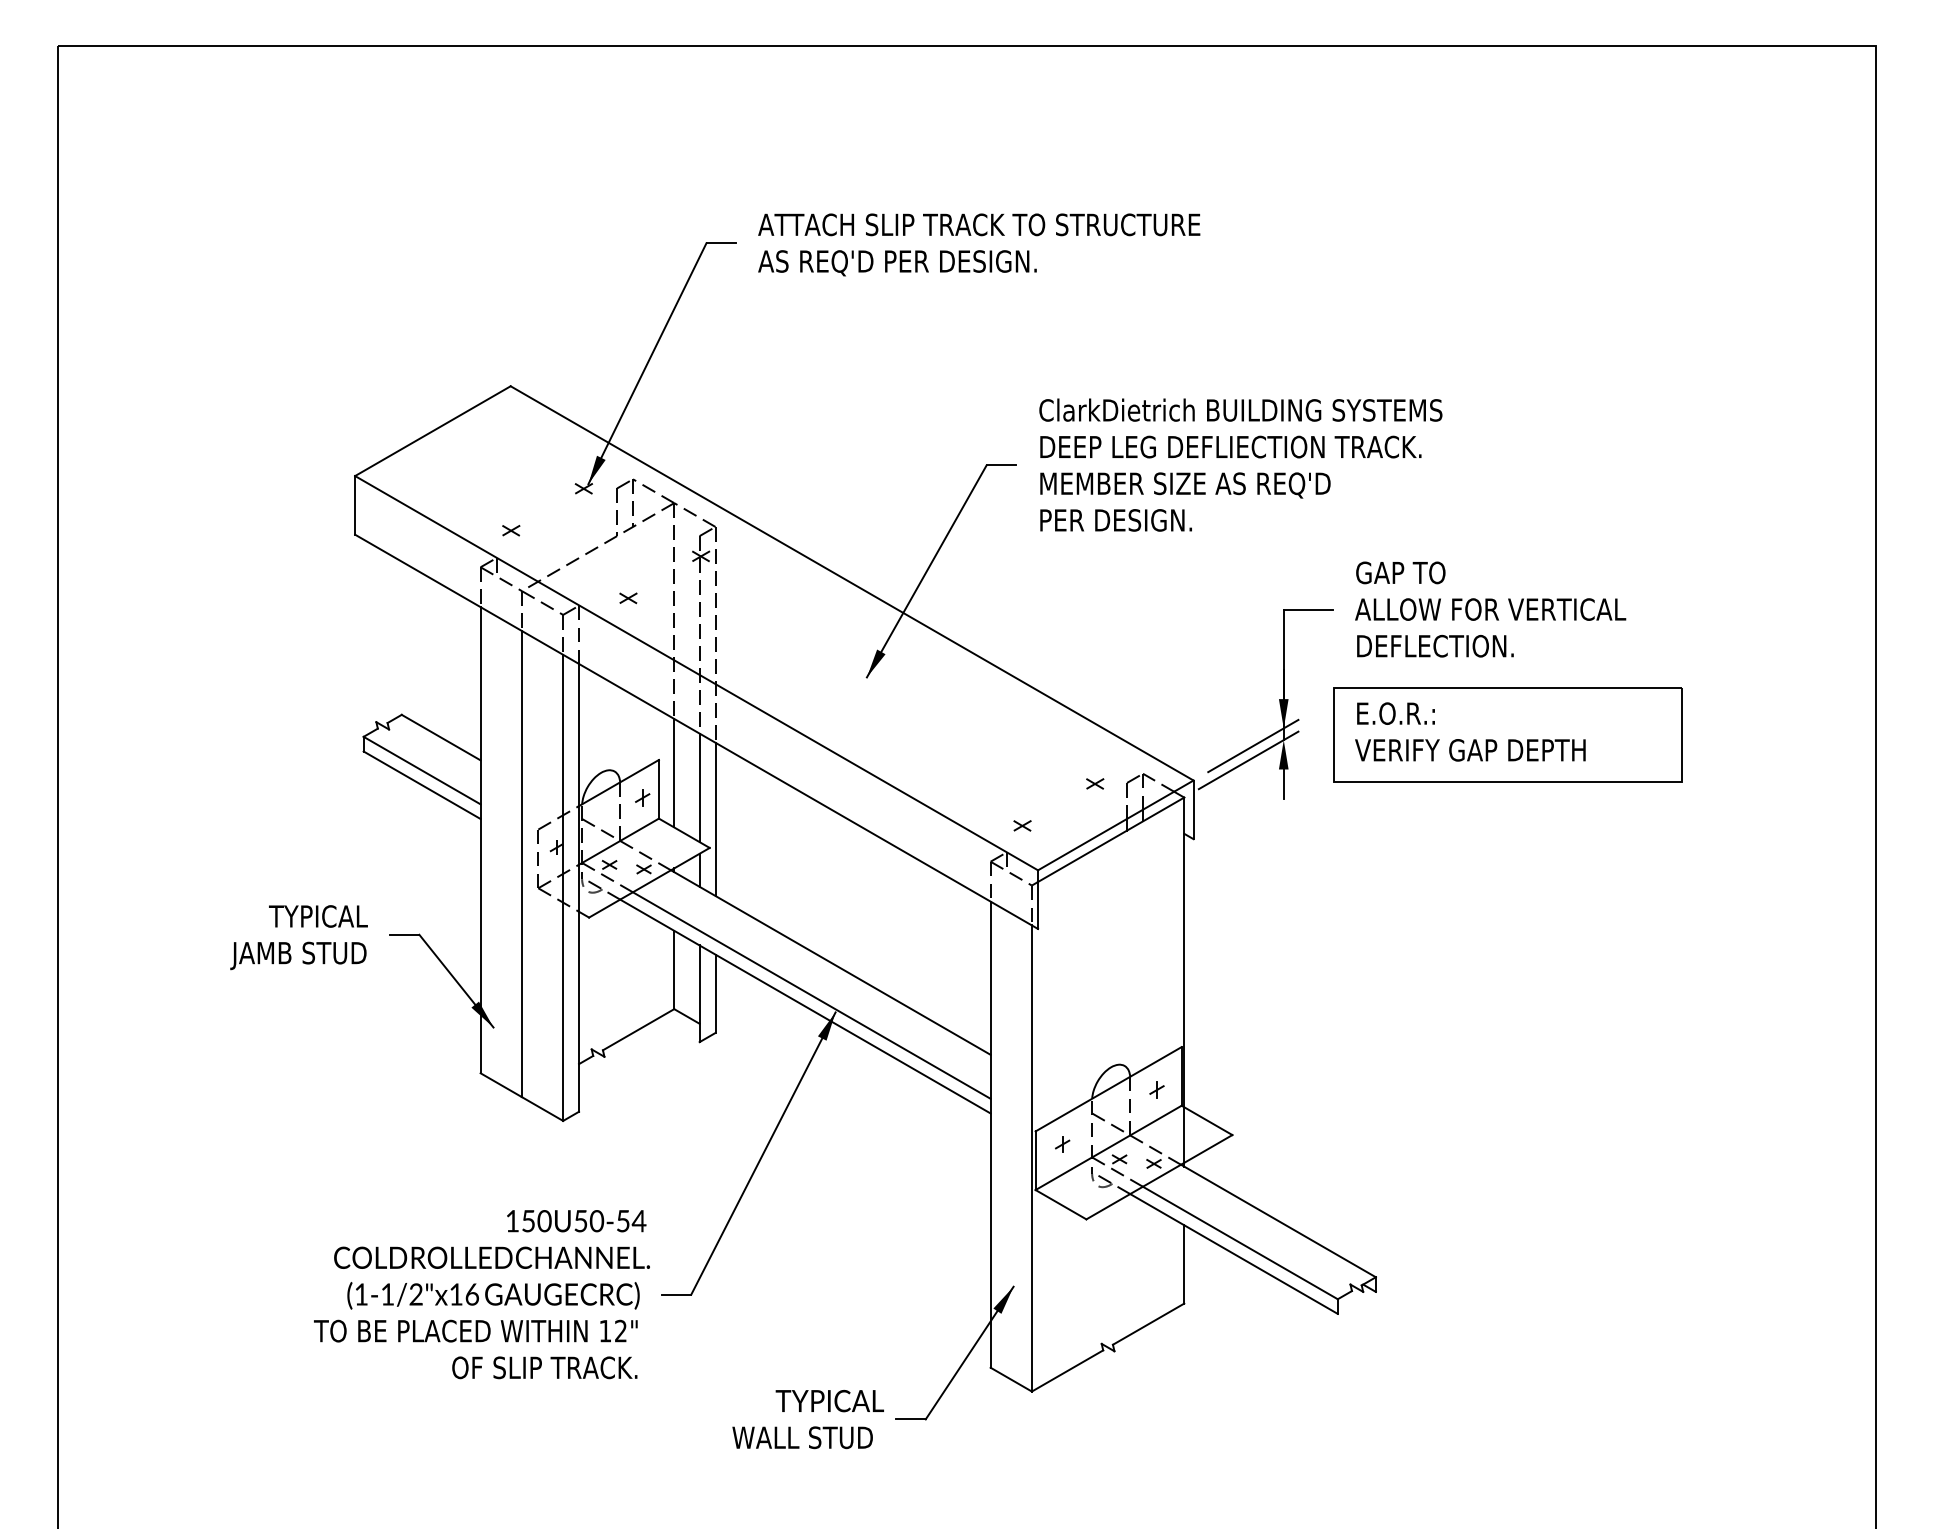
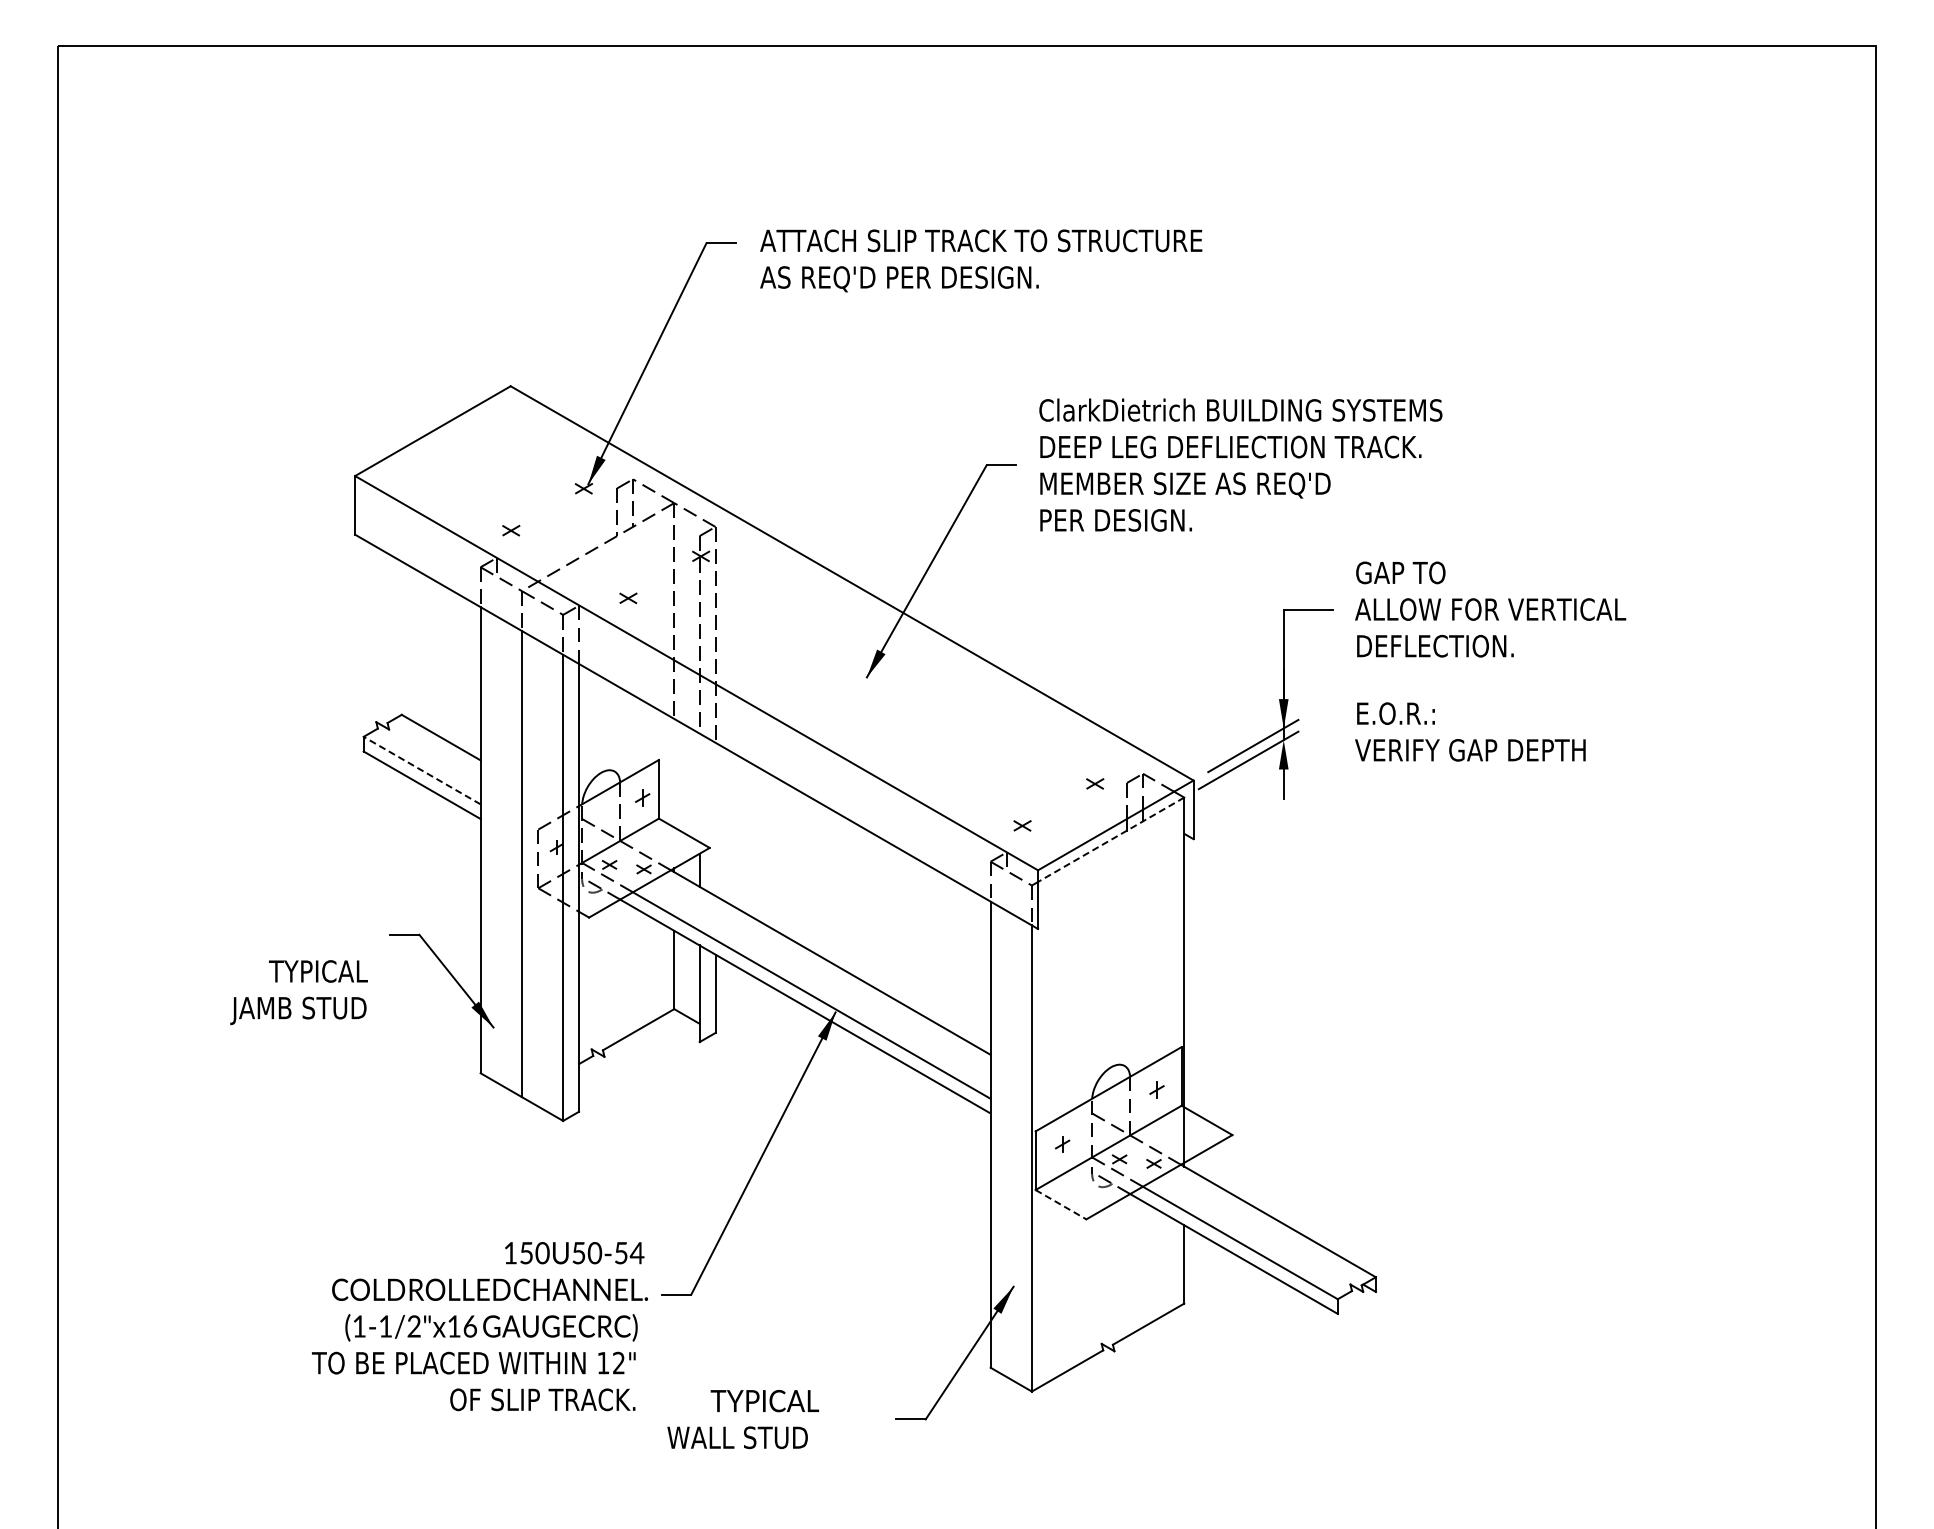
text at (979, 244) position: (979, 244) -> (981, 260)
part at (1507, 734): present -> none
line at (422, 770): solid -> dashed
line at (674, 772): present -> none
line at (699, 787): present -> none
line at (715, 819): present -> none
line at (1110, 840): solid -> dashed
text at (298, 937) position: (298, 937) -> (298, 992)
line at (1061, 1204): solid -> dashed
text at (481, 1294) position: (481, 1294) -> (479, 1326)
text at (807, 1419) position: (807, 1419) -> (742, 1419)
